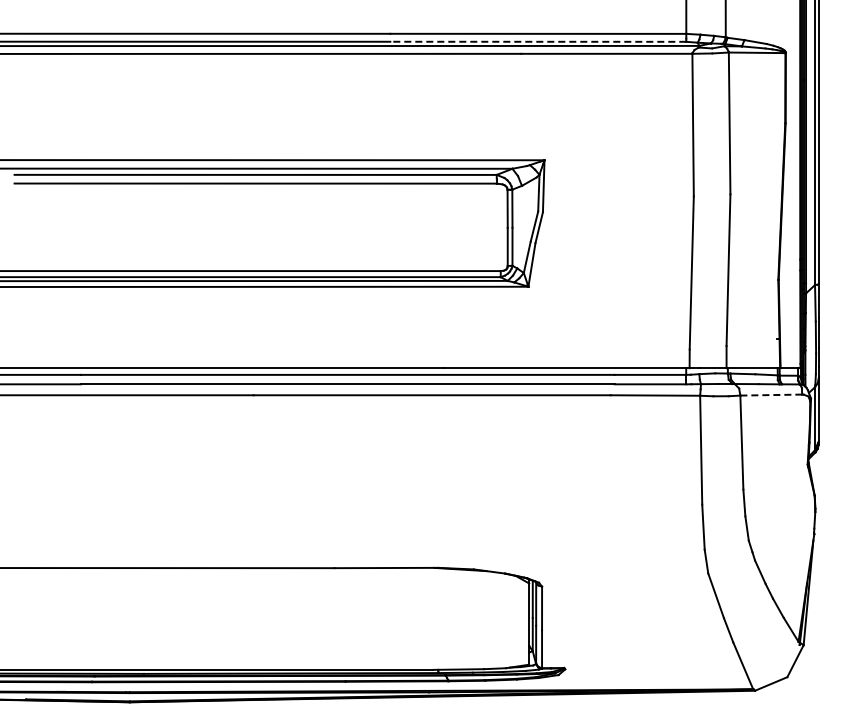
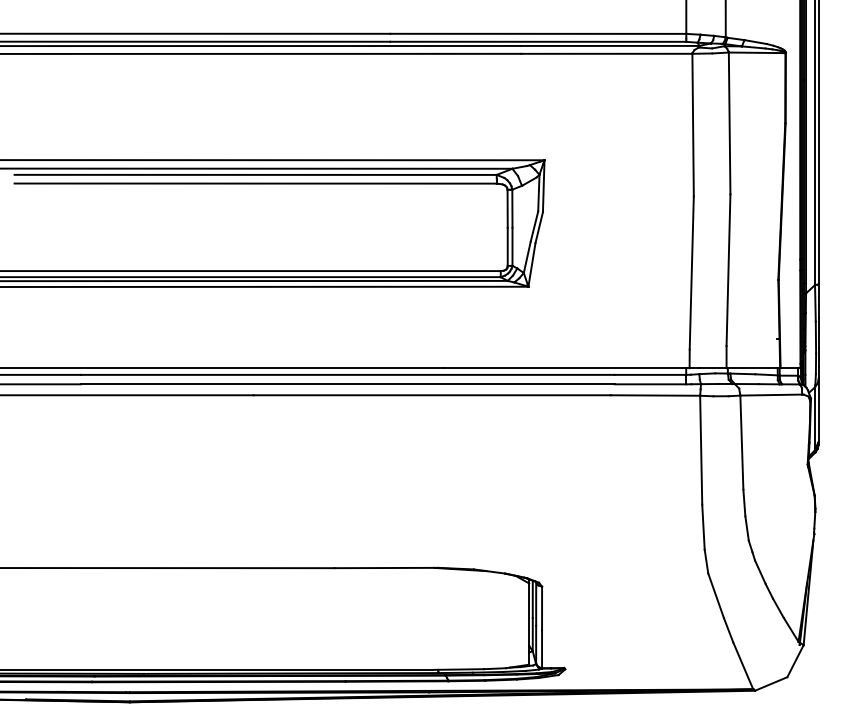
line at (538, 41): dashed -> solid
line at (771, 395): dashed -> solid
